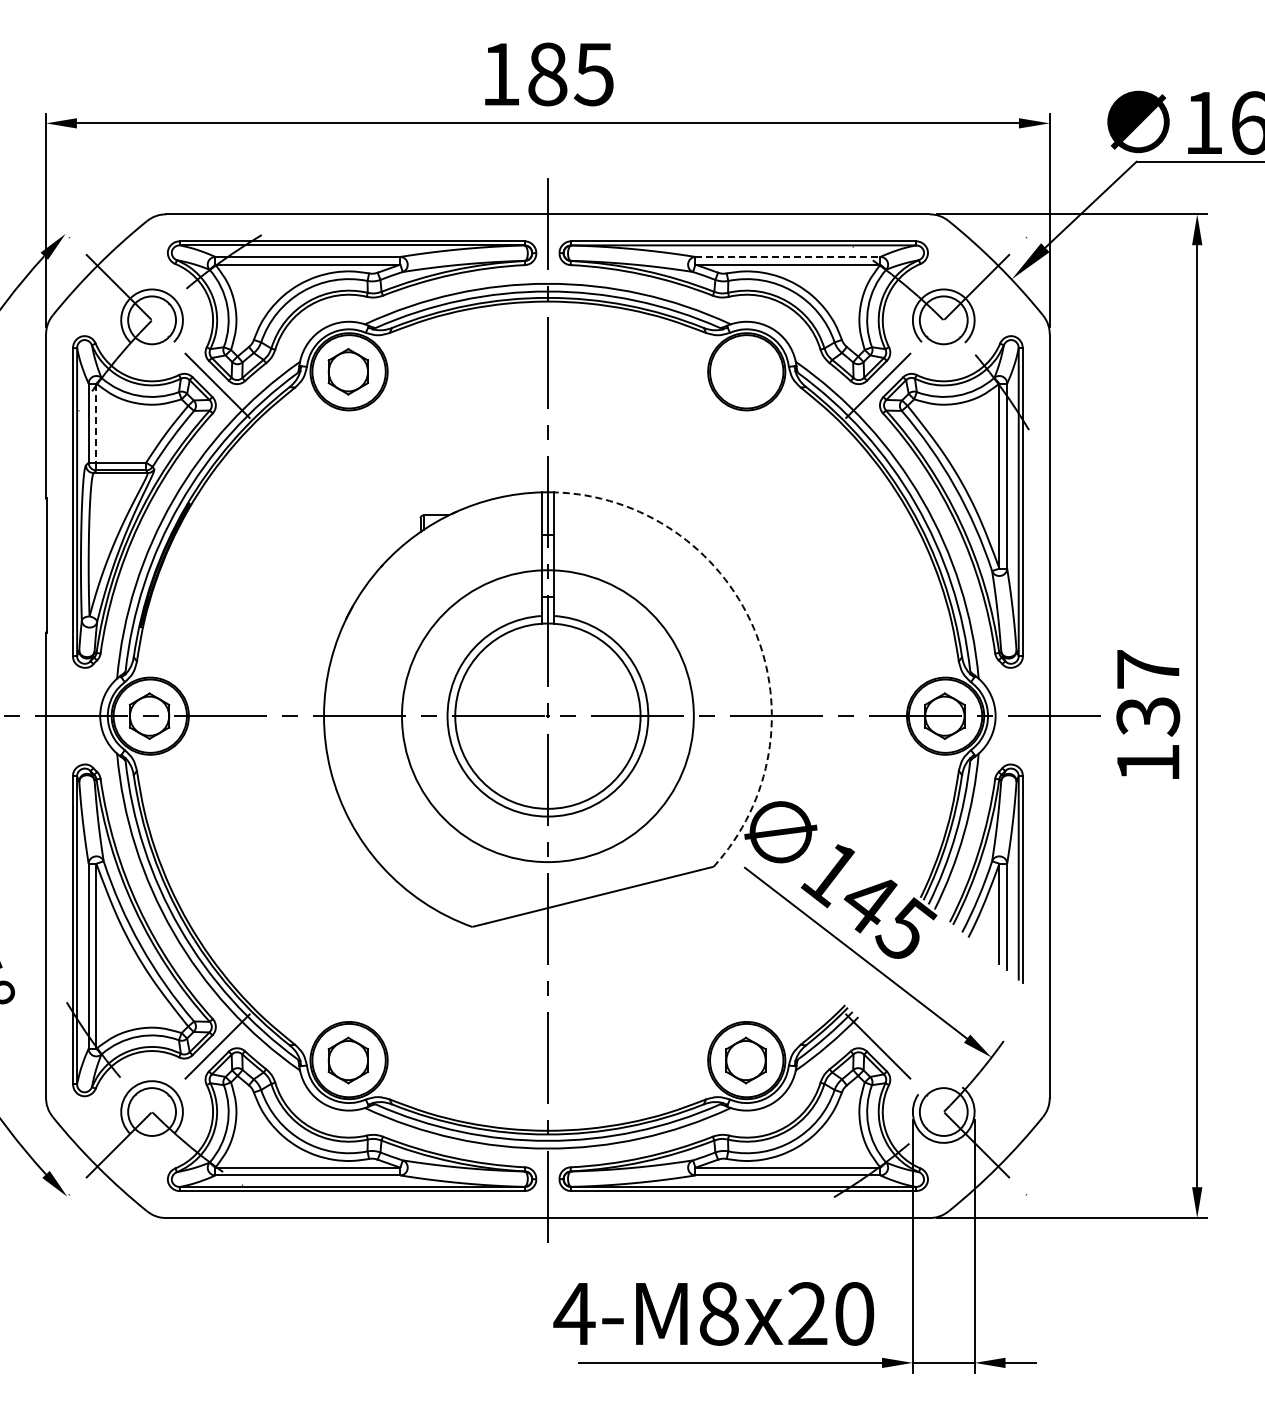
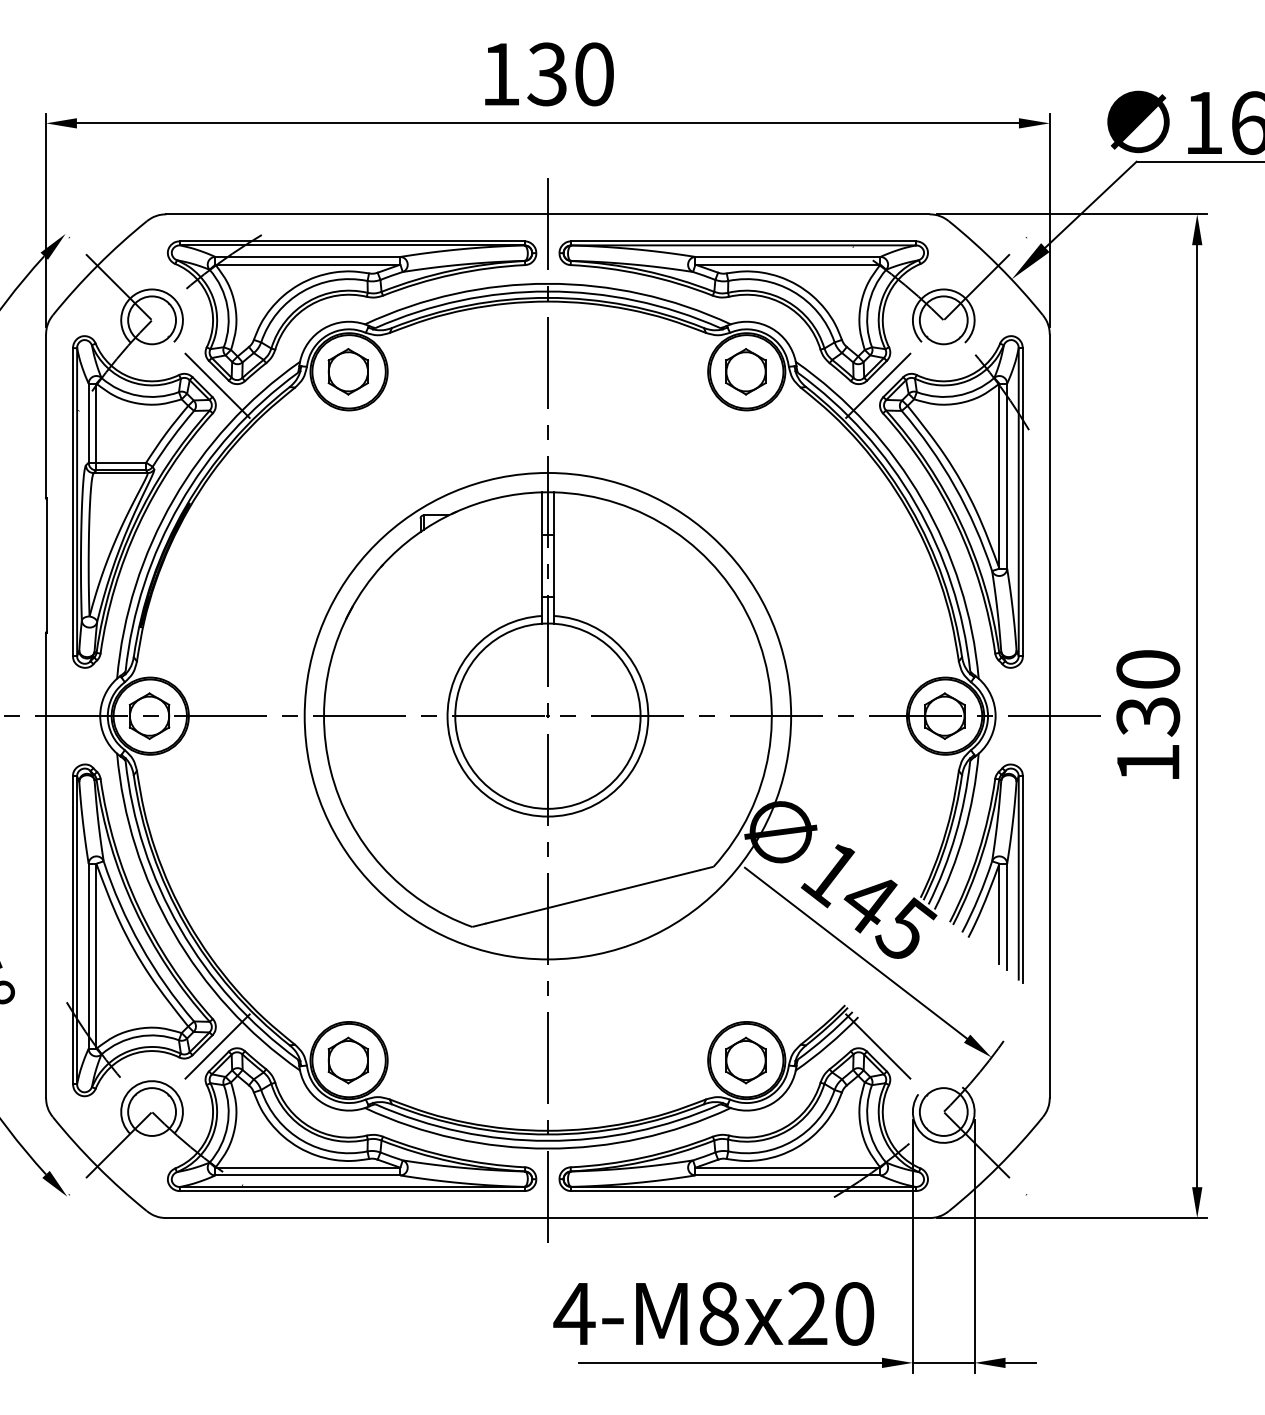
text at (570, 74): 185 -> 130
line at (788, 256): dashed -> solid
part at (745, 371): none -> present
line at (96, 423): dashed -> solid
arc at (753, 628): dashed -> solid
text at (1148, 669): 137 -> 130
circle at (547, 716) diameter: 292 px -> 486 px
